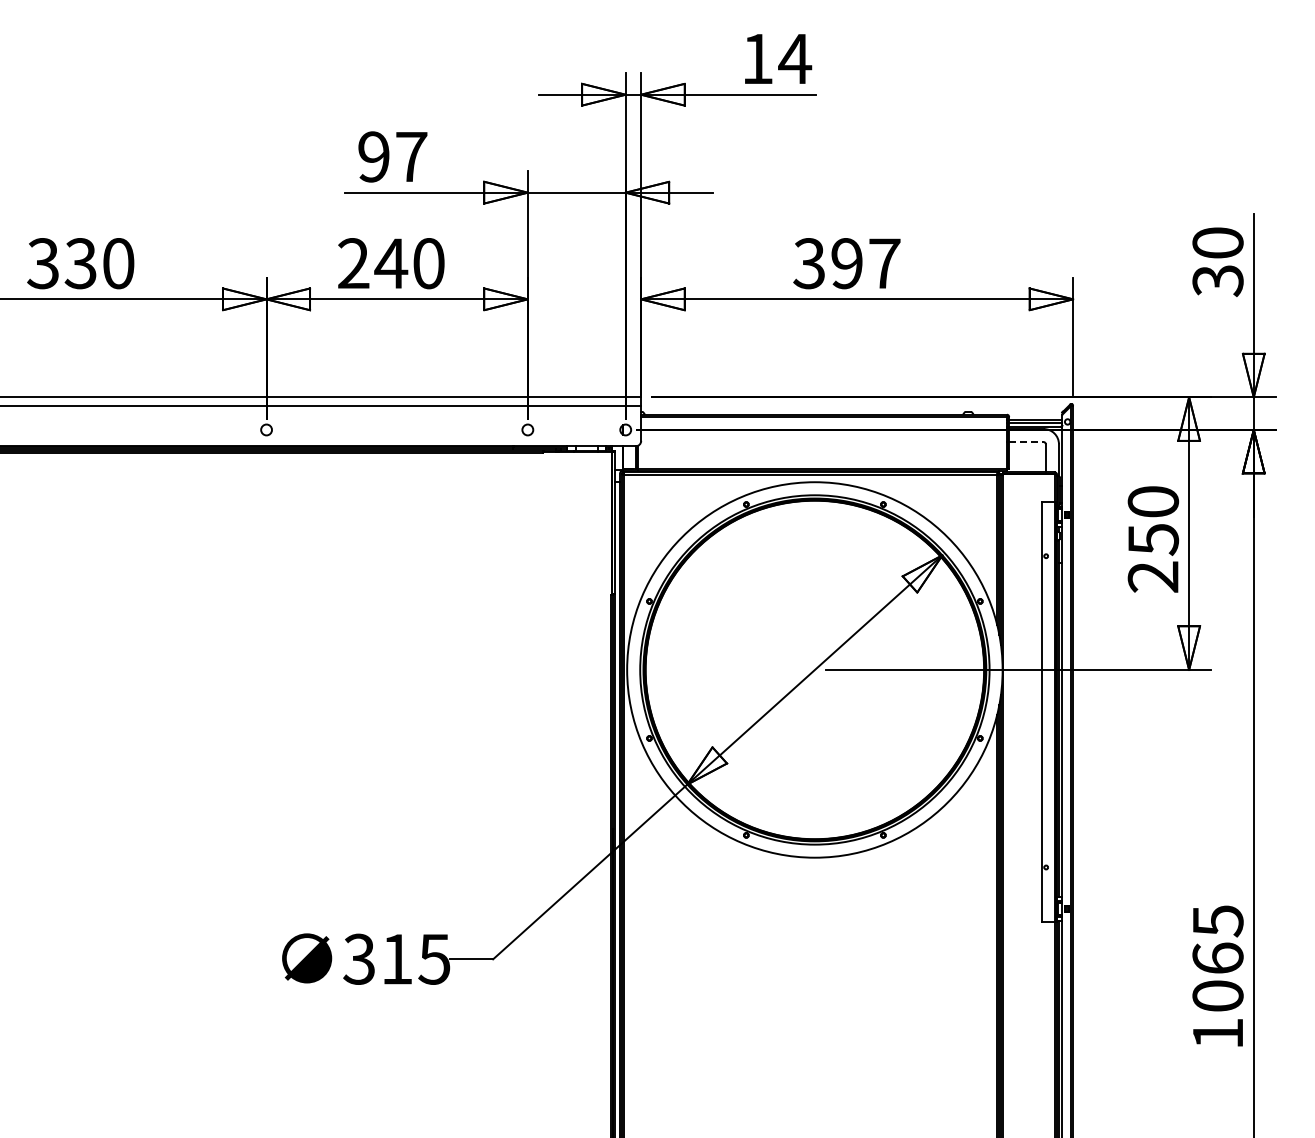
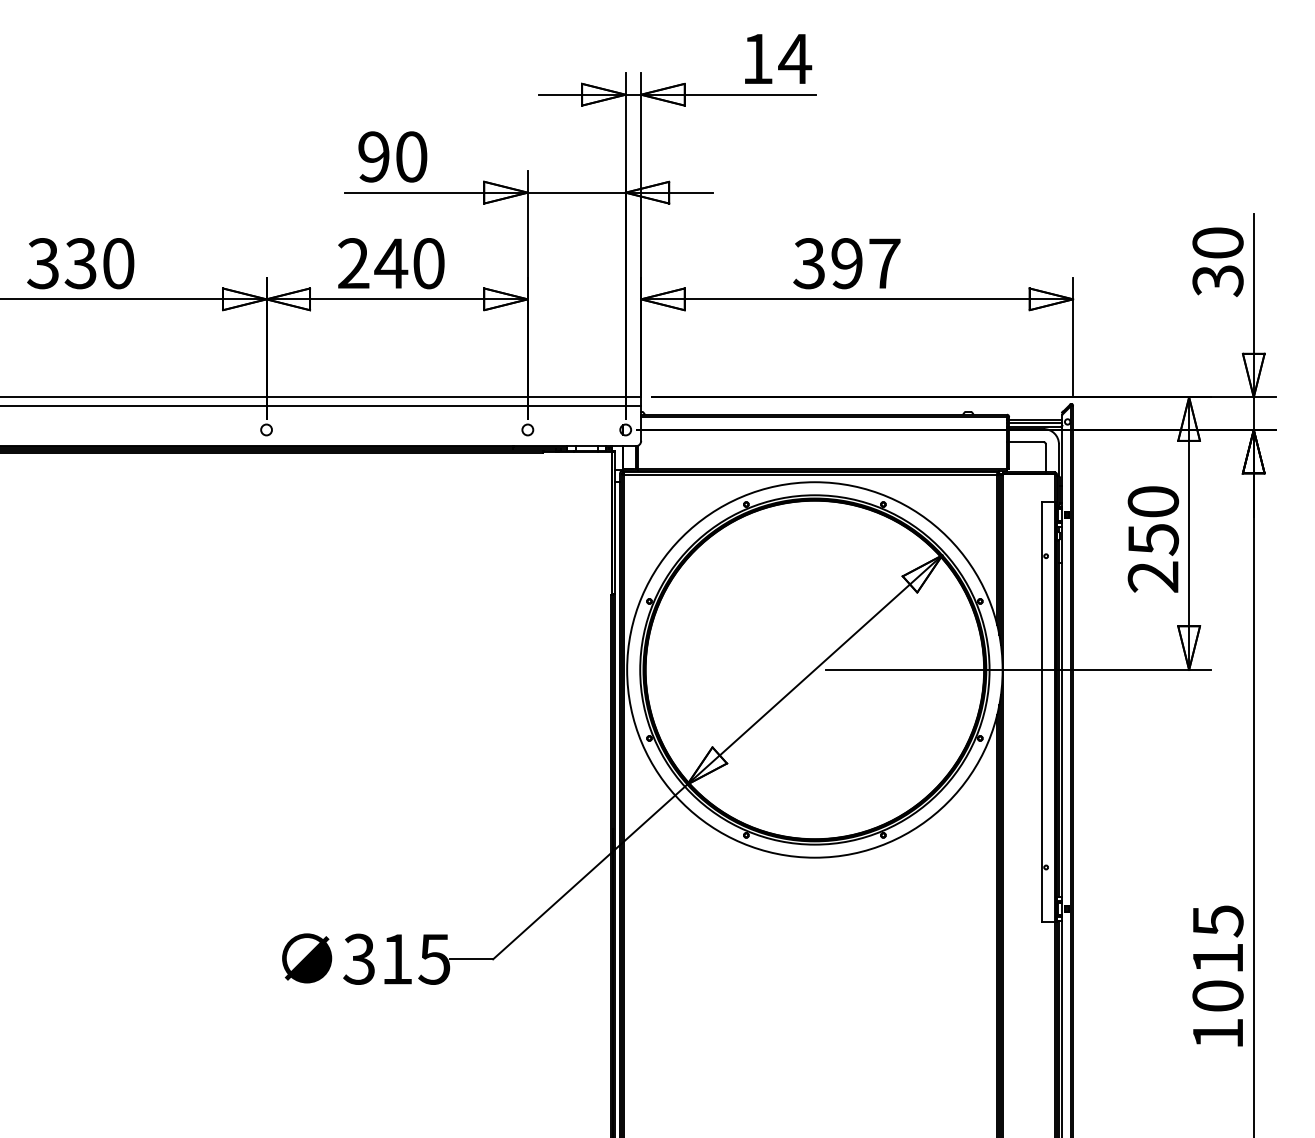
text at (411, 156): 97 -> 90
line at (1026, 442): dashed -> solid
text at (1217, 957): 1065 -> 1015
